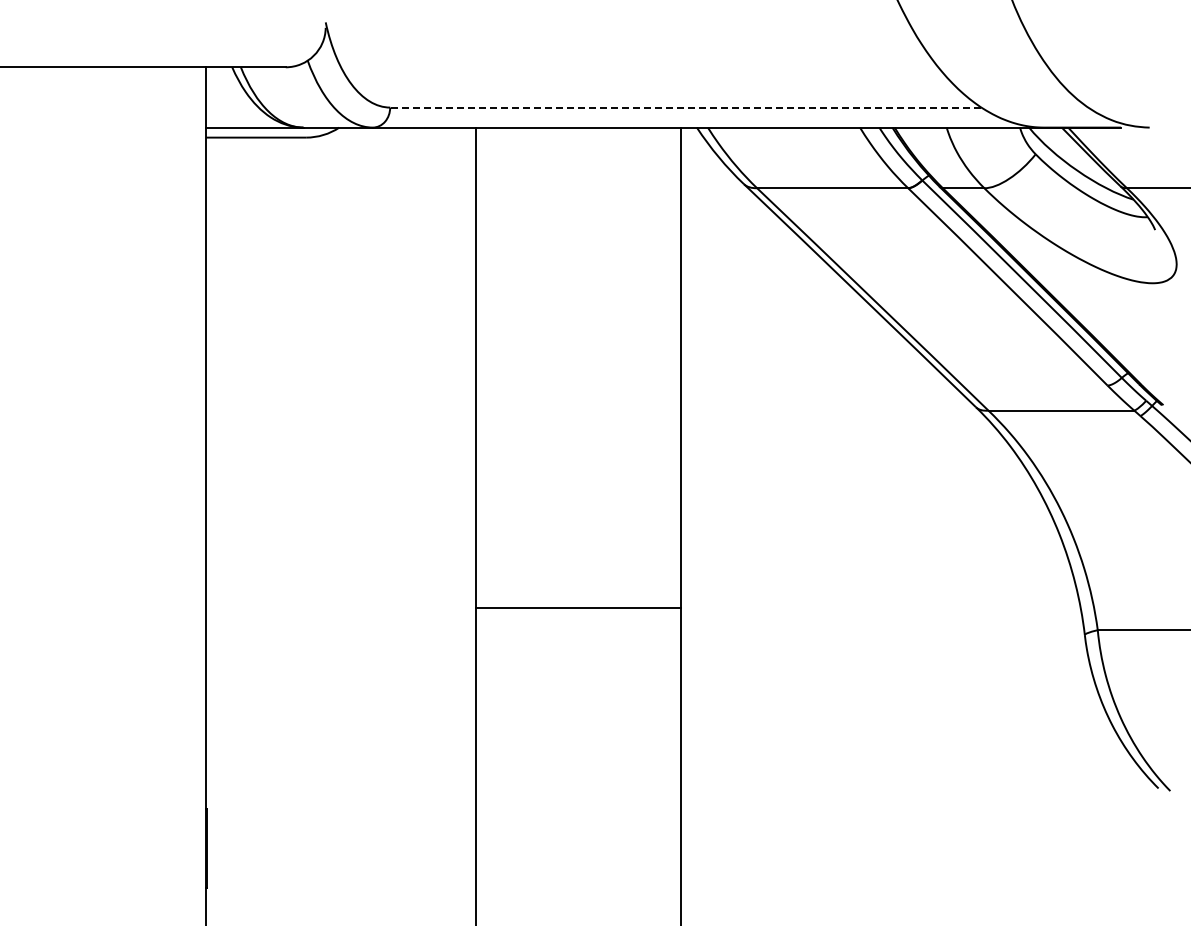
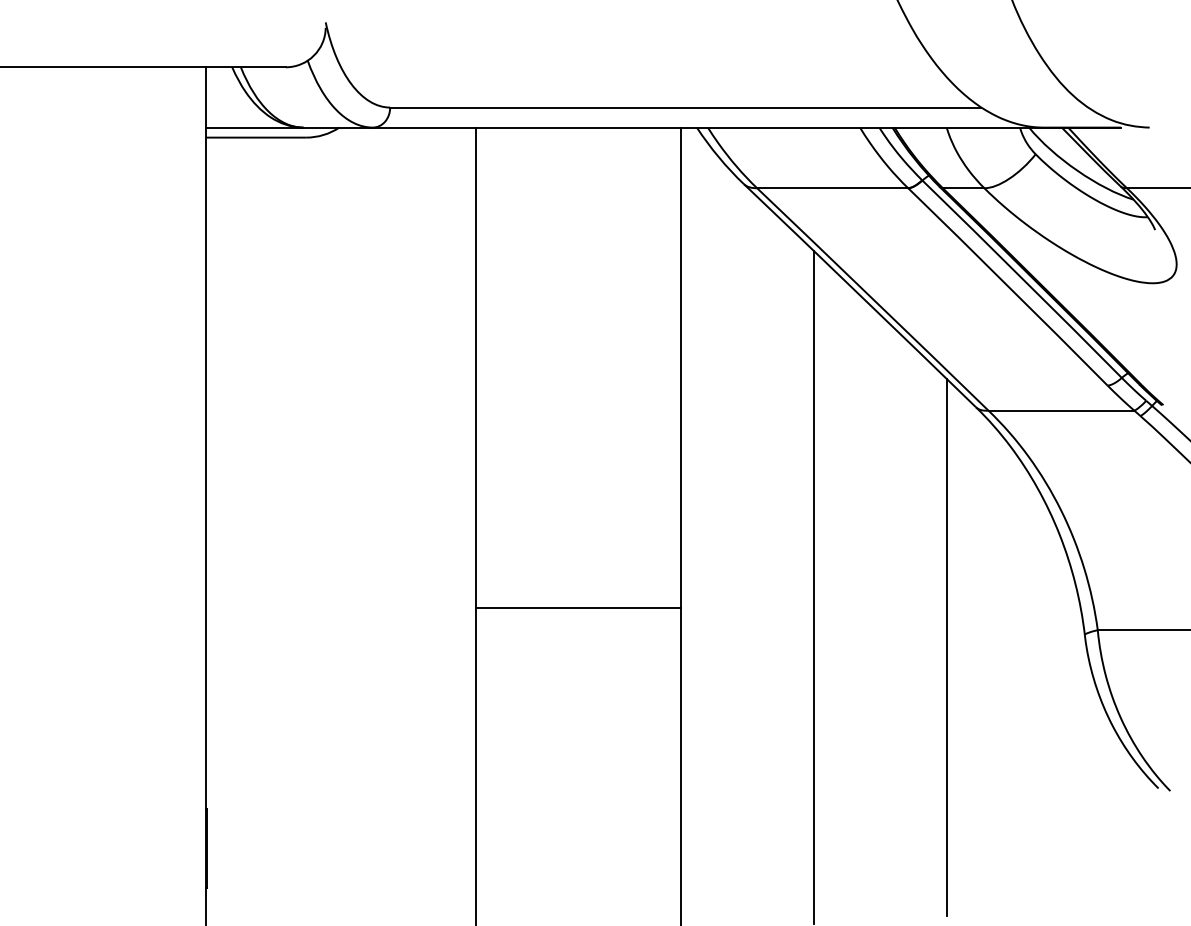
line at (685, 107): dashed -> solid
line at (813, 586): none -> present
line at (946, 647): none -> present
